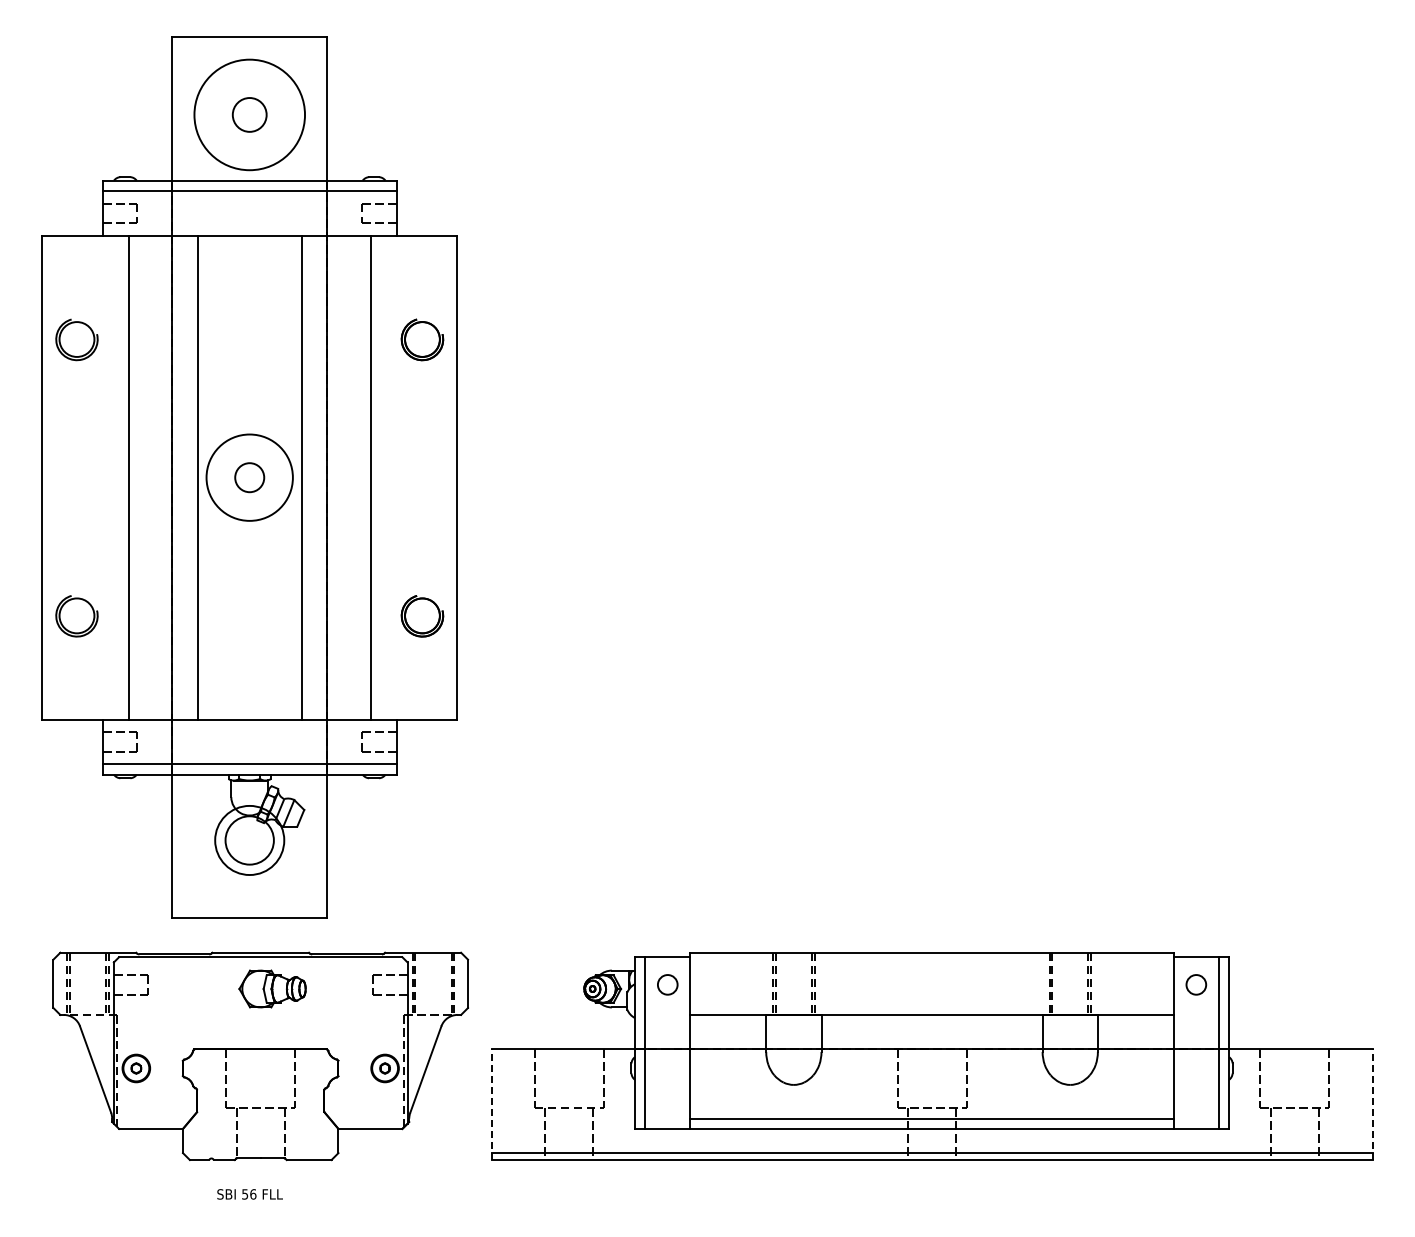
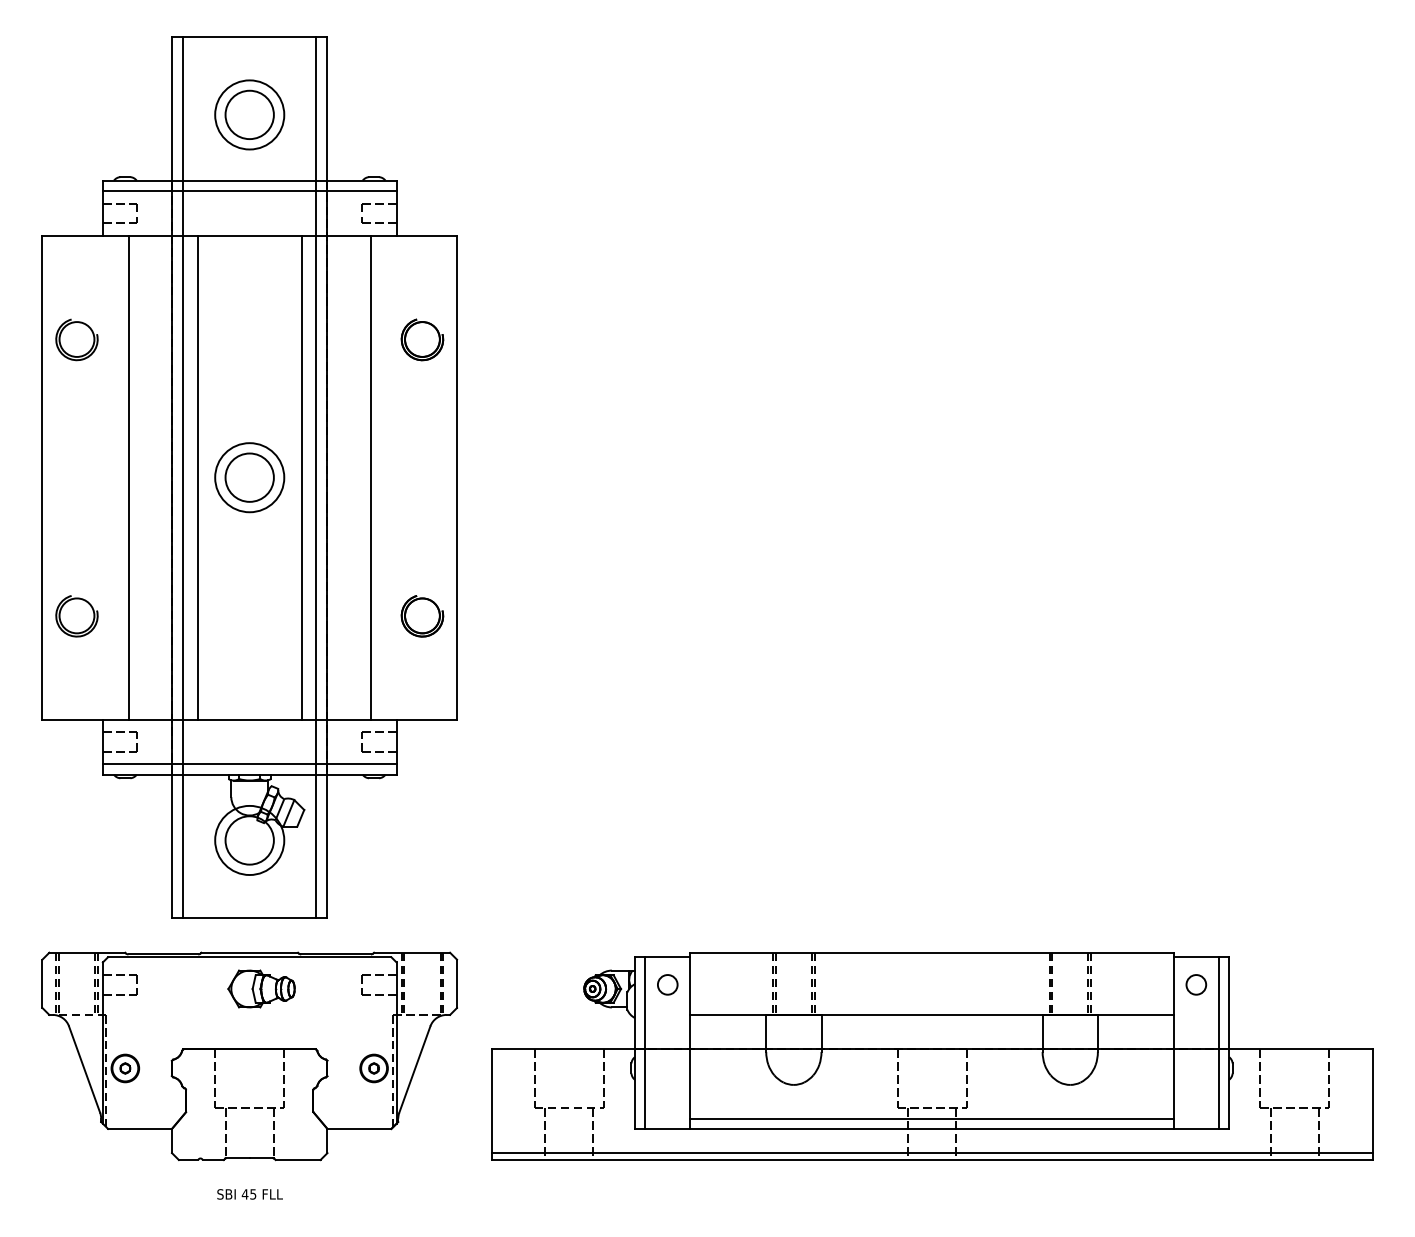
circle at (249, 114) diameter: 111 px -> 69 px
circle at (249, 114) diameter: 34 px -> 48 px
line at (183, 477): none -> present
circle at (249, 477) diameter: 29 px -> 48 px
circle at (249, 477) diameter: 86 px -> 69 px
line at (316, 477): none -> present
part at (260, 1056) position: (260, 1056) -> (249, 1056)
line at (491, 1104): dashed -> solid
line at (1372, 1104): dashed -> solid
text at (248, 1194): 56 -> 45
